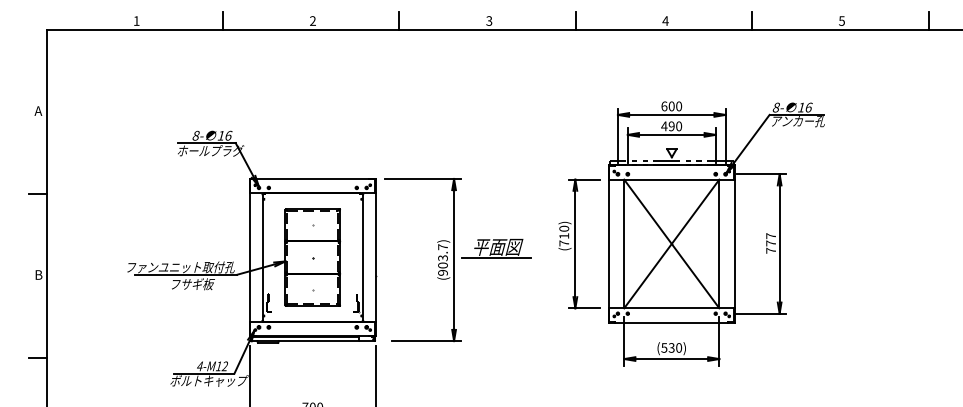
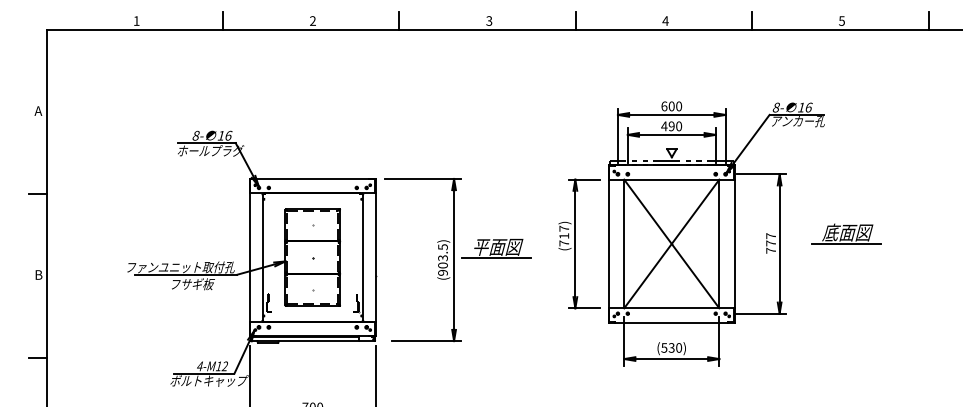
text at (564, 228): (710) -> (717)
part at (846, 233): none -> present
text at (442, 247): (903.7) -> (903.5)
